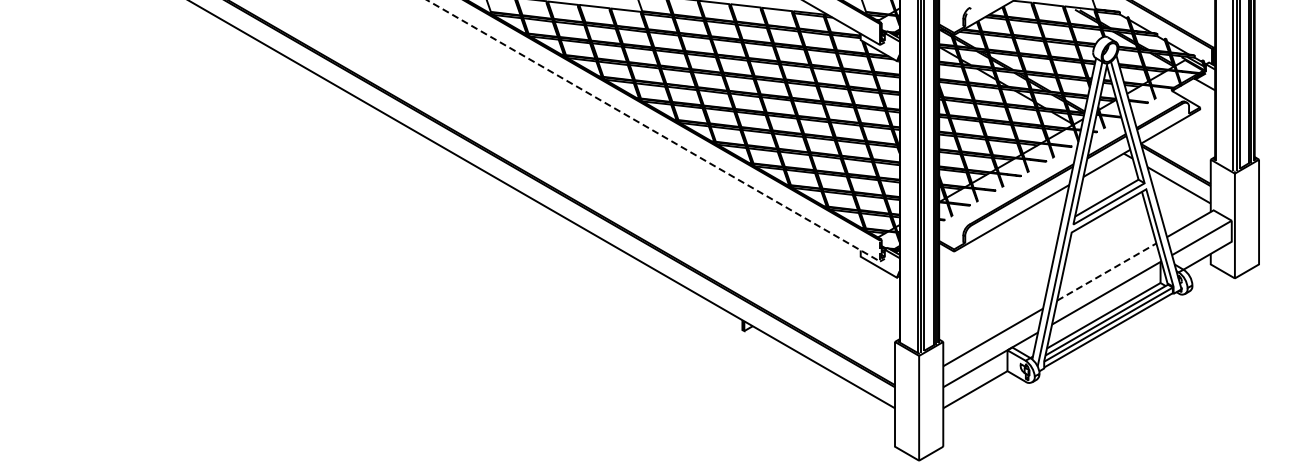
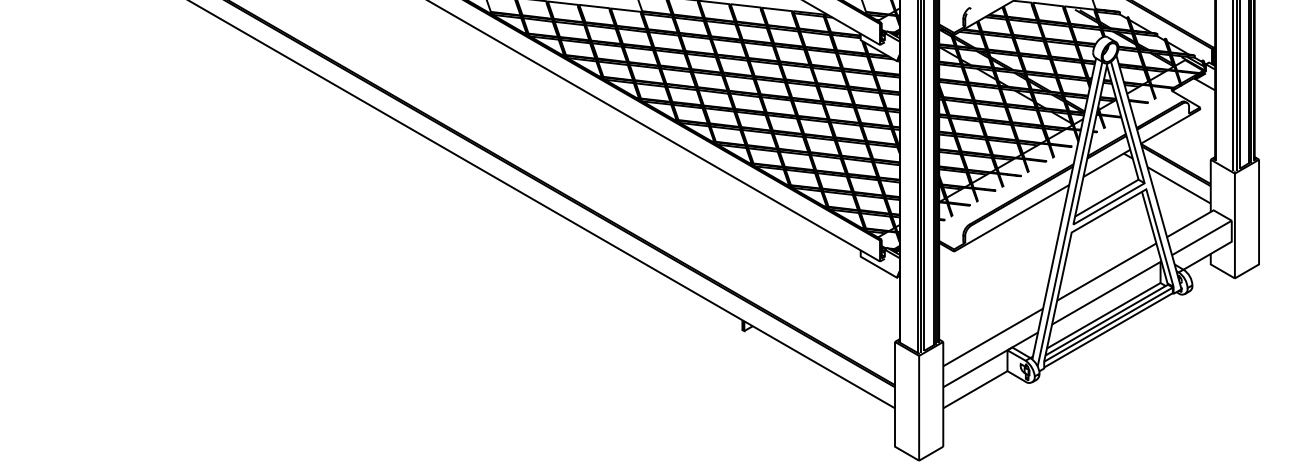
line at (663, 136): dashed -> solid
line at (1107, 271): dashed -> solid
